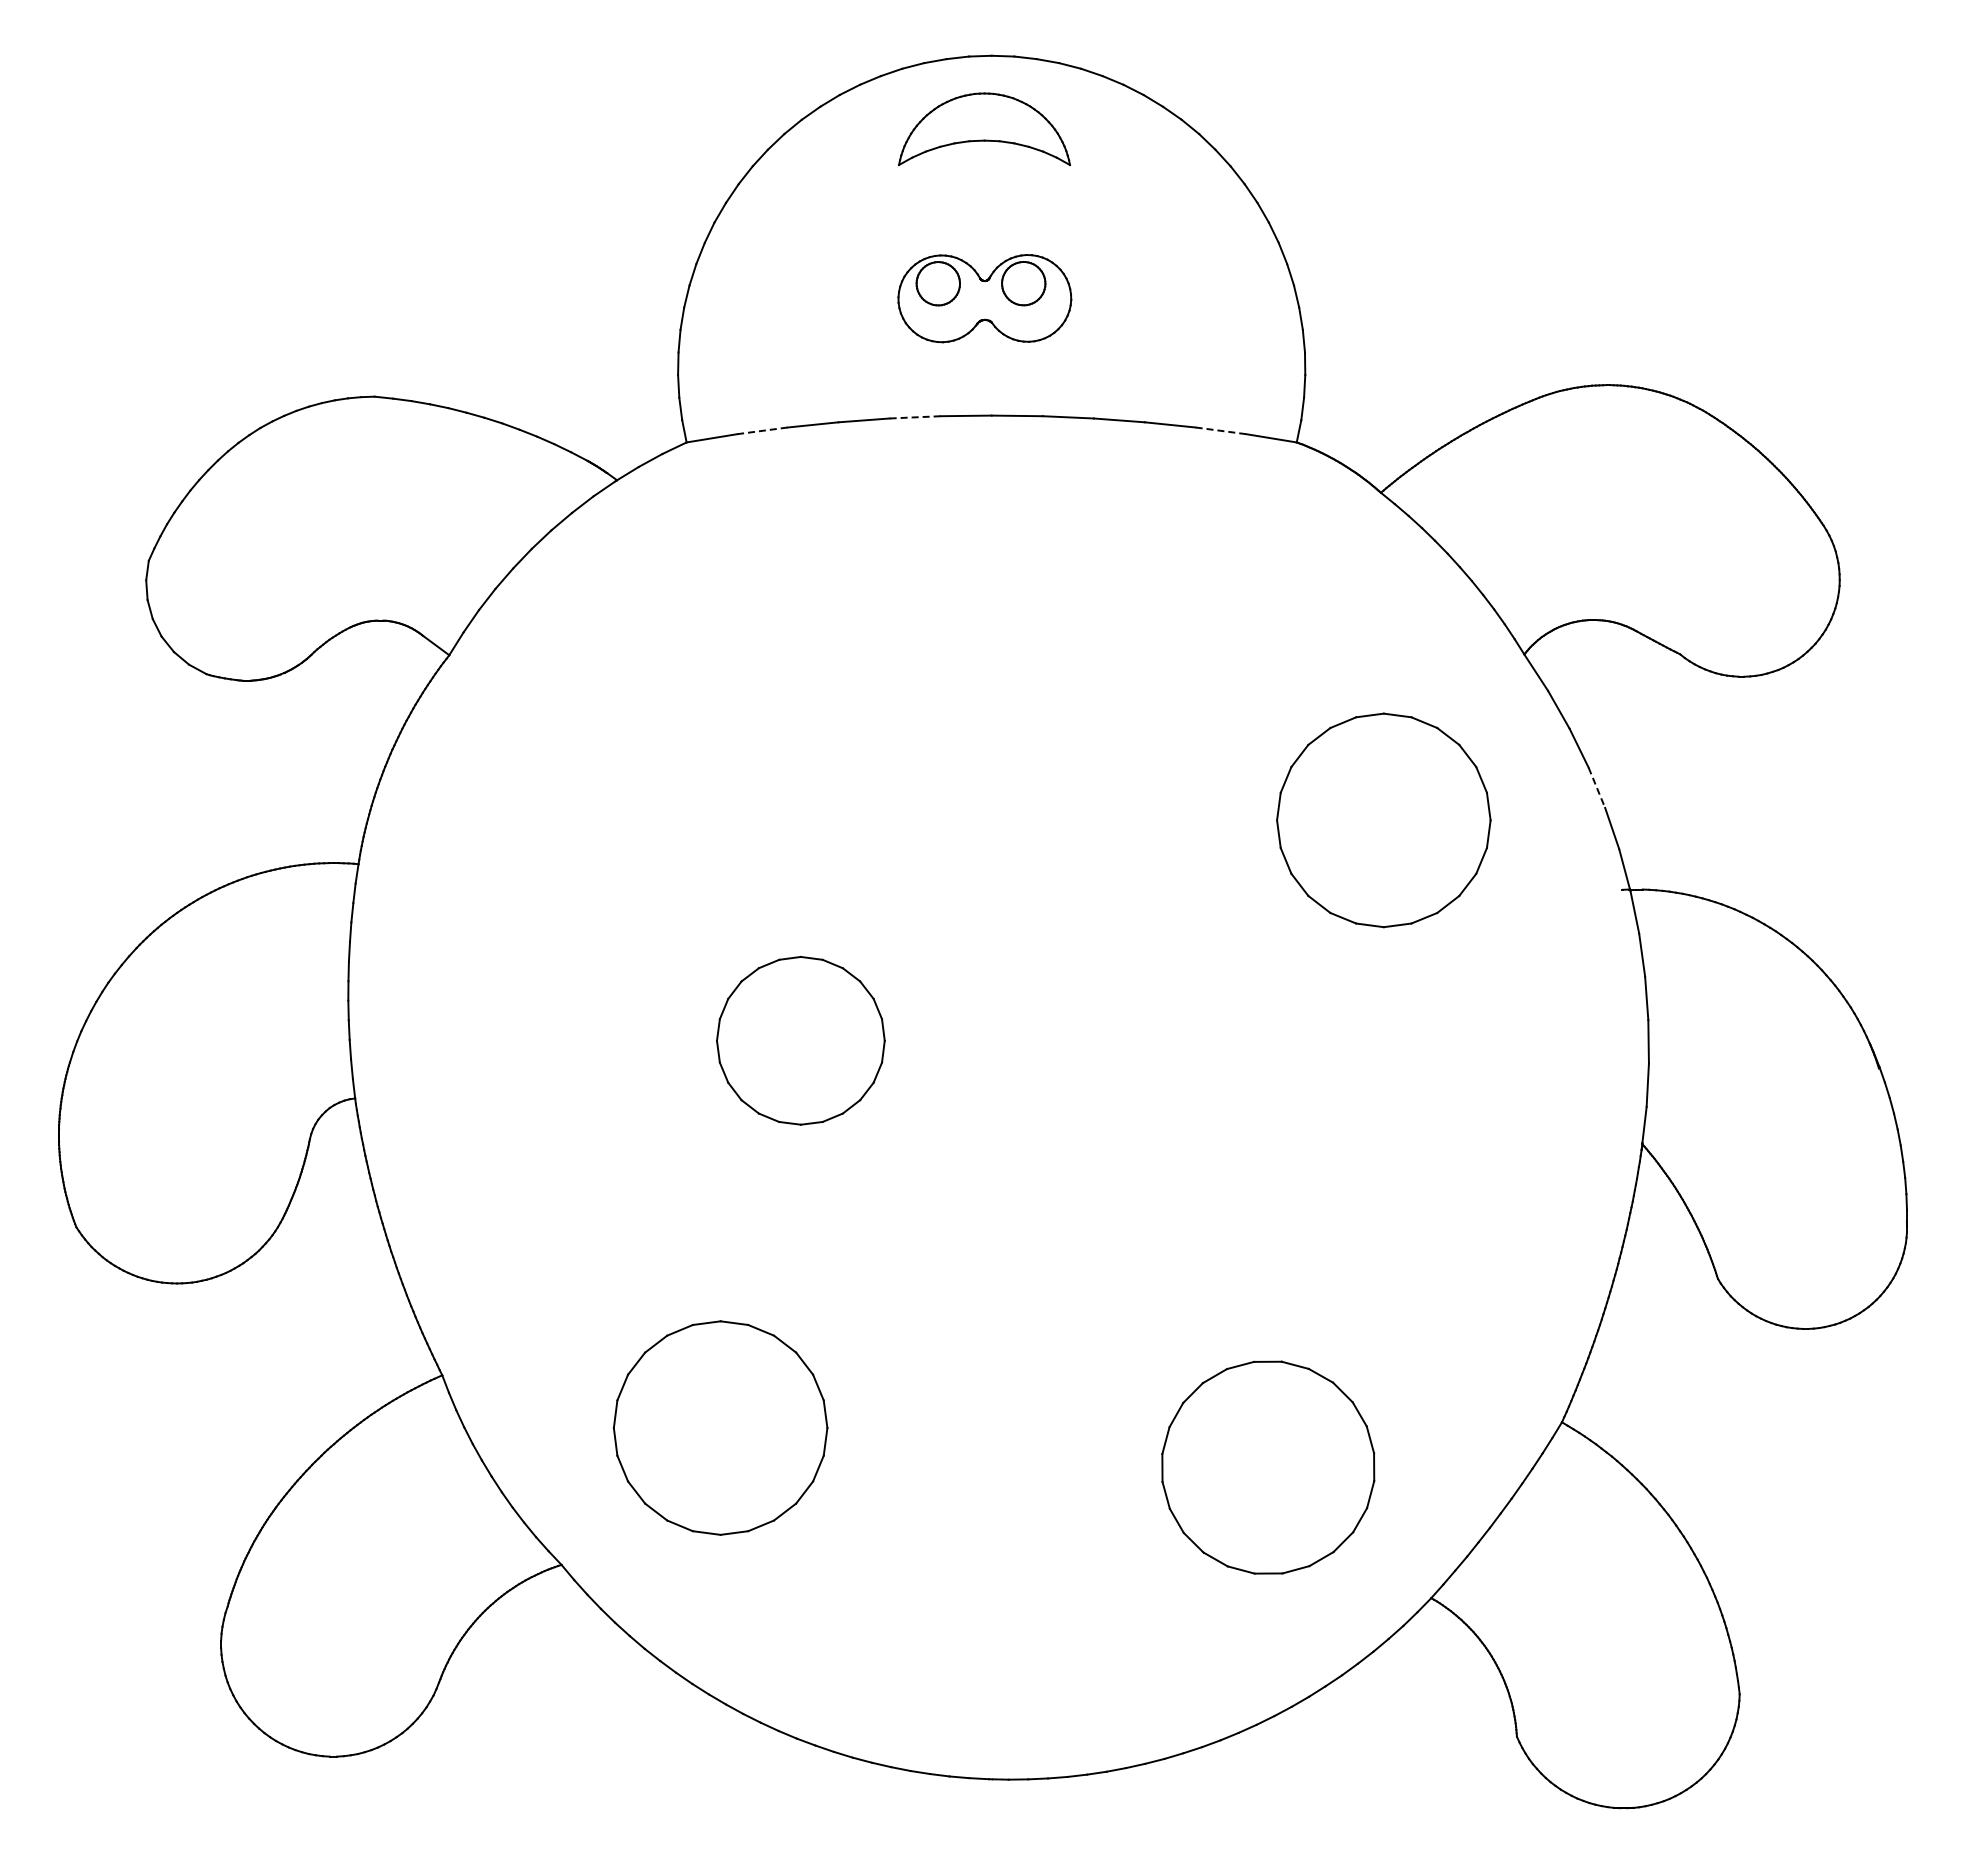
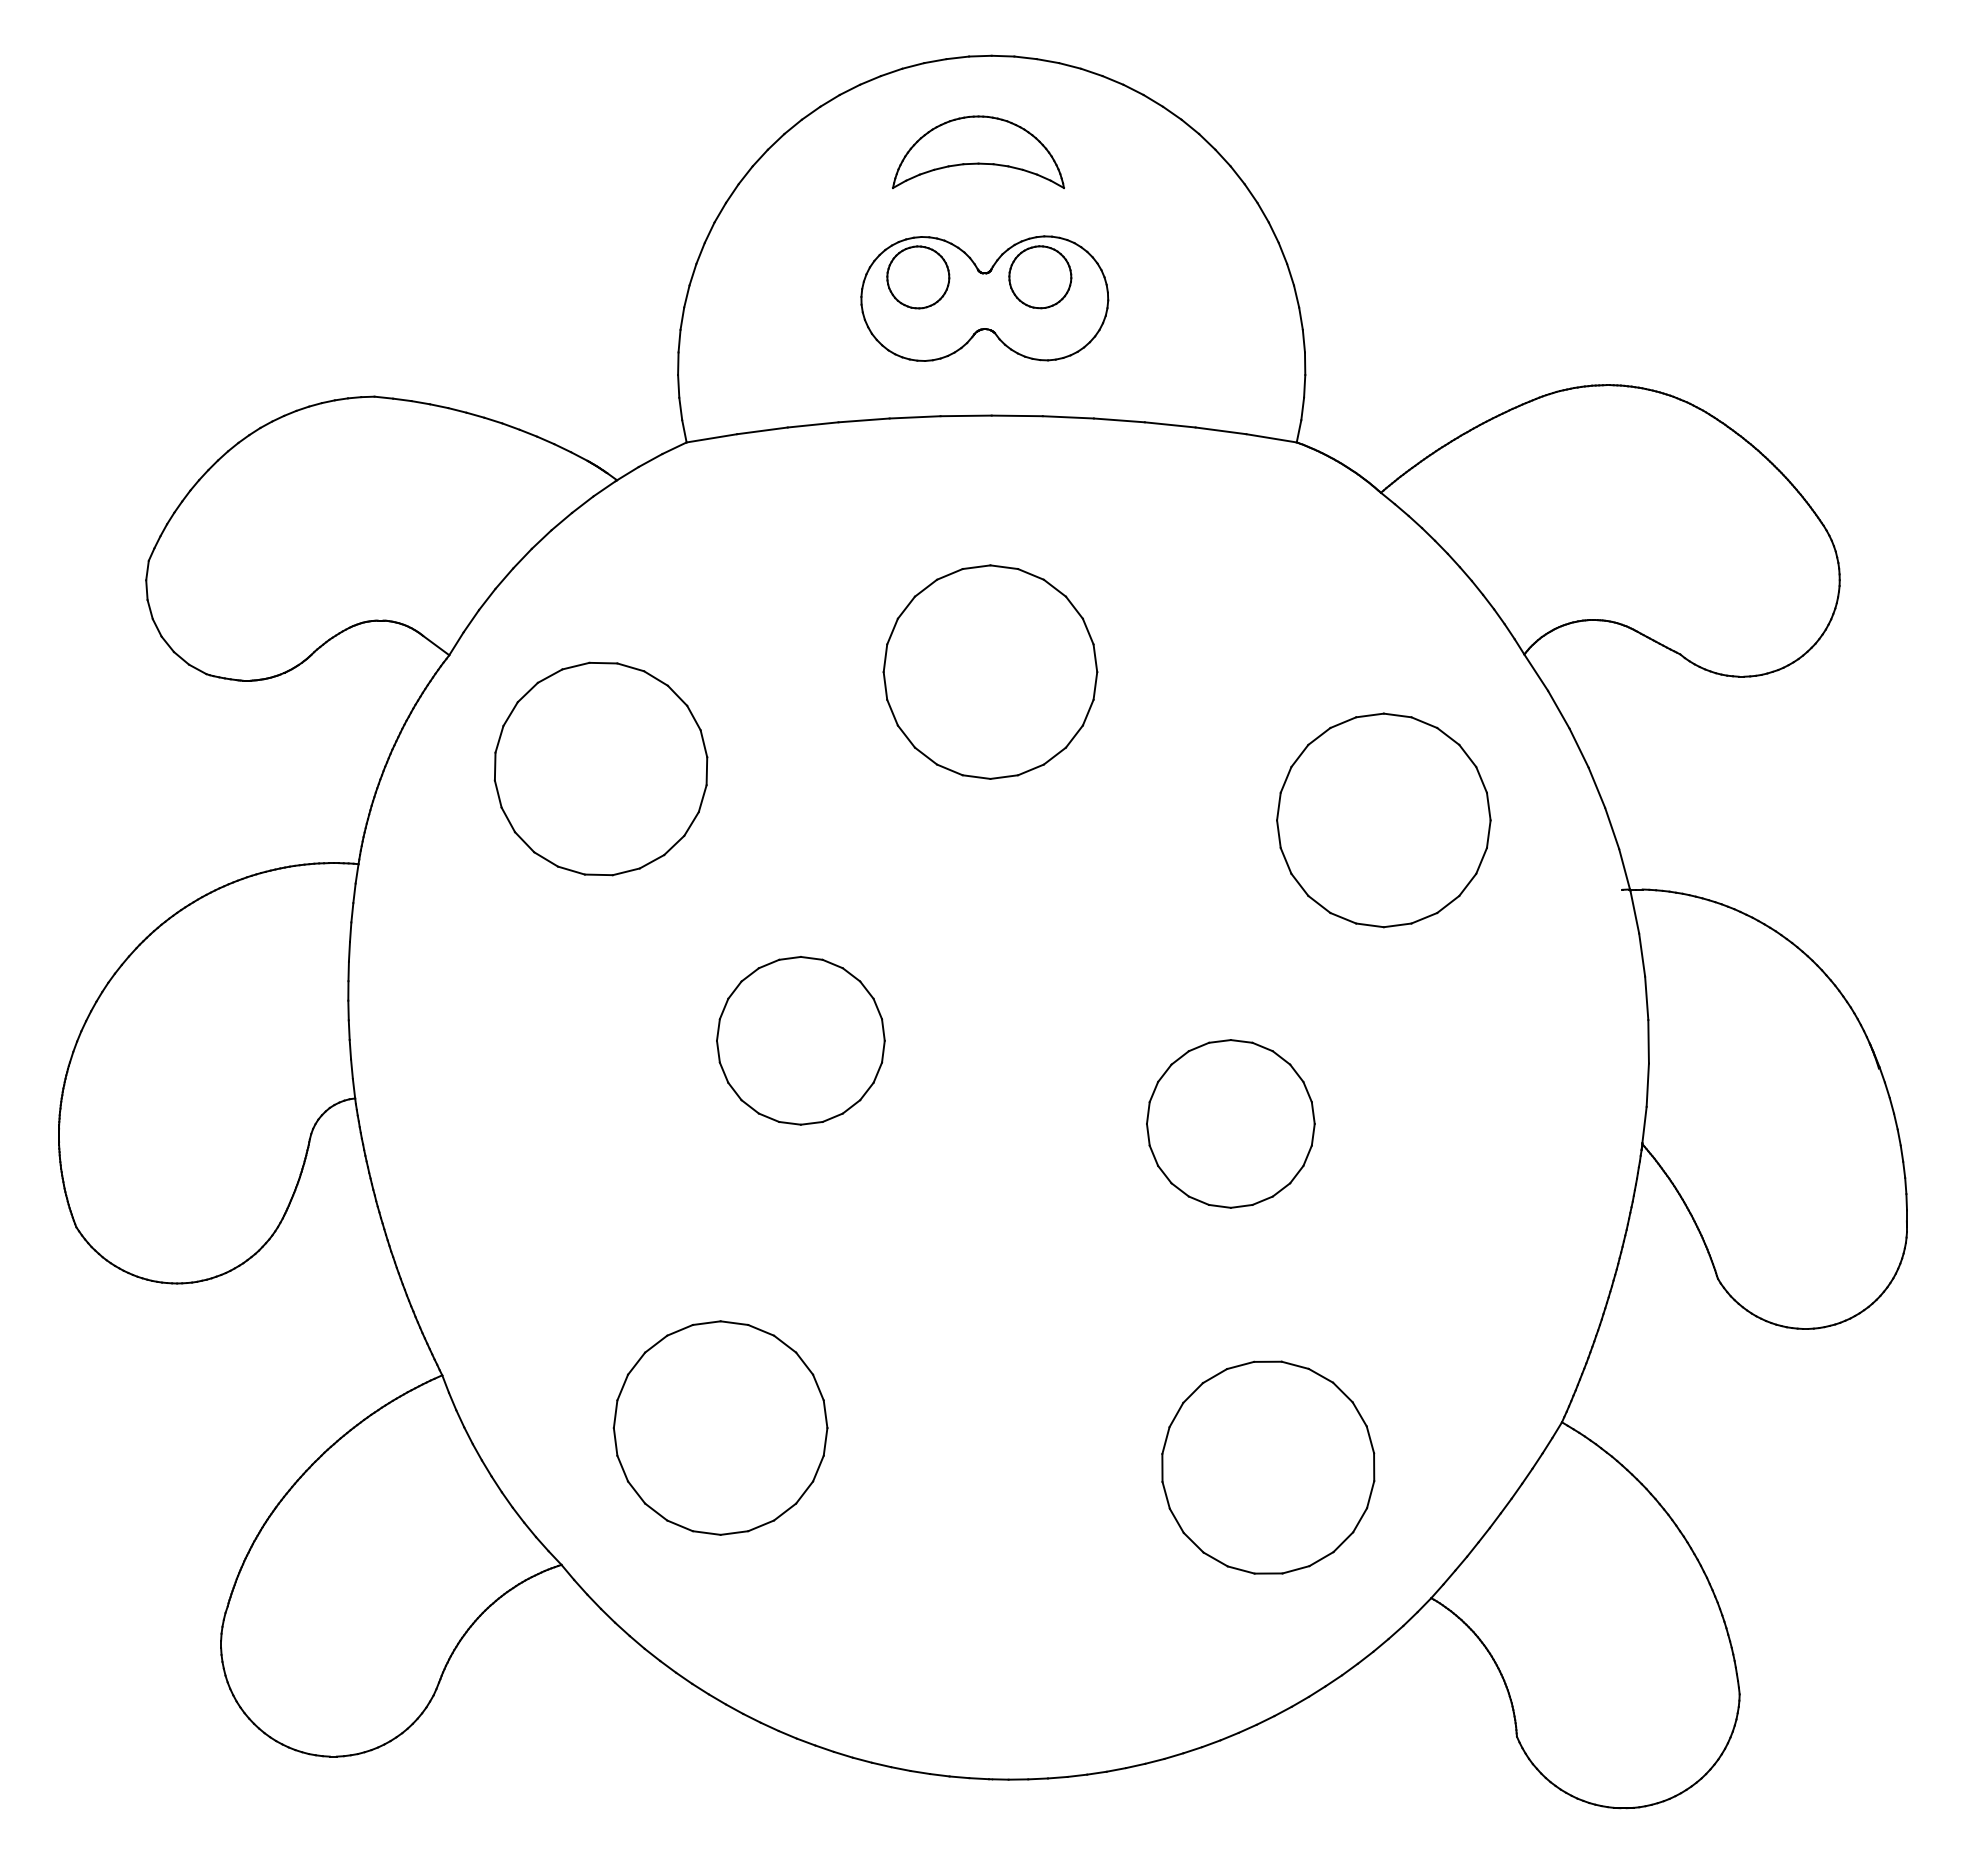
part at (984, 129) position: (984, 129) -> (978, 152)
part at (984, 298) size: 176x90 px -> 250x127 px
line at (915, 417): dashed -> solid
line at (762, 430): dashed -> solid
line at (1221, 430): dashed -> solid
part at (990, 671): none -> present
part at (600, 768): none -> present
line at (1596, 787): dashed -> solid
part at (1230, 1123): none -> present
